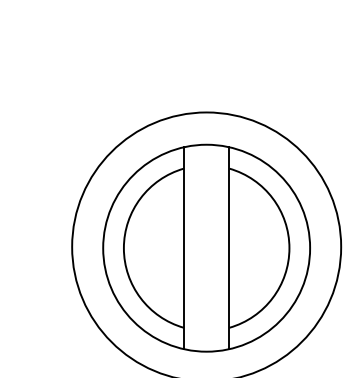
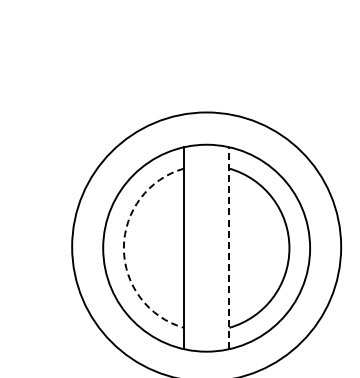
arc at (123, 248): solid -> dashed
line at (229, 248): solid -> dashed
